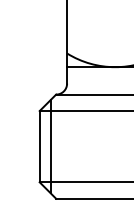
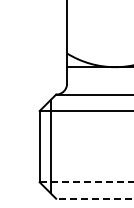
line at (86, 182): solid -> dashed
line at (94, 198): solid -> dashed
